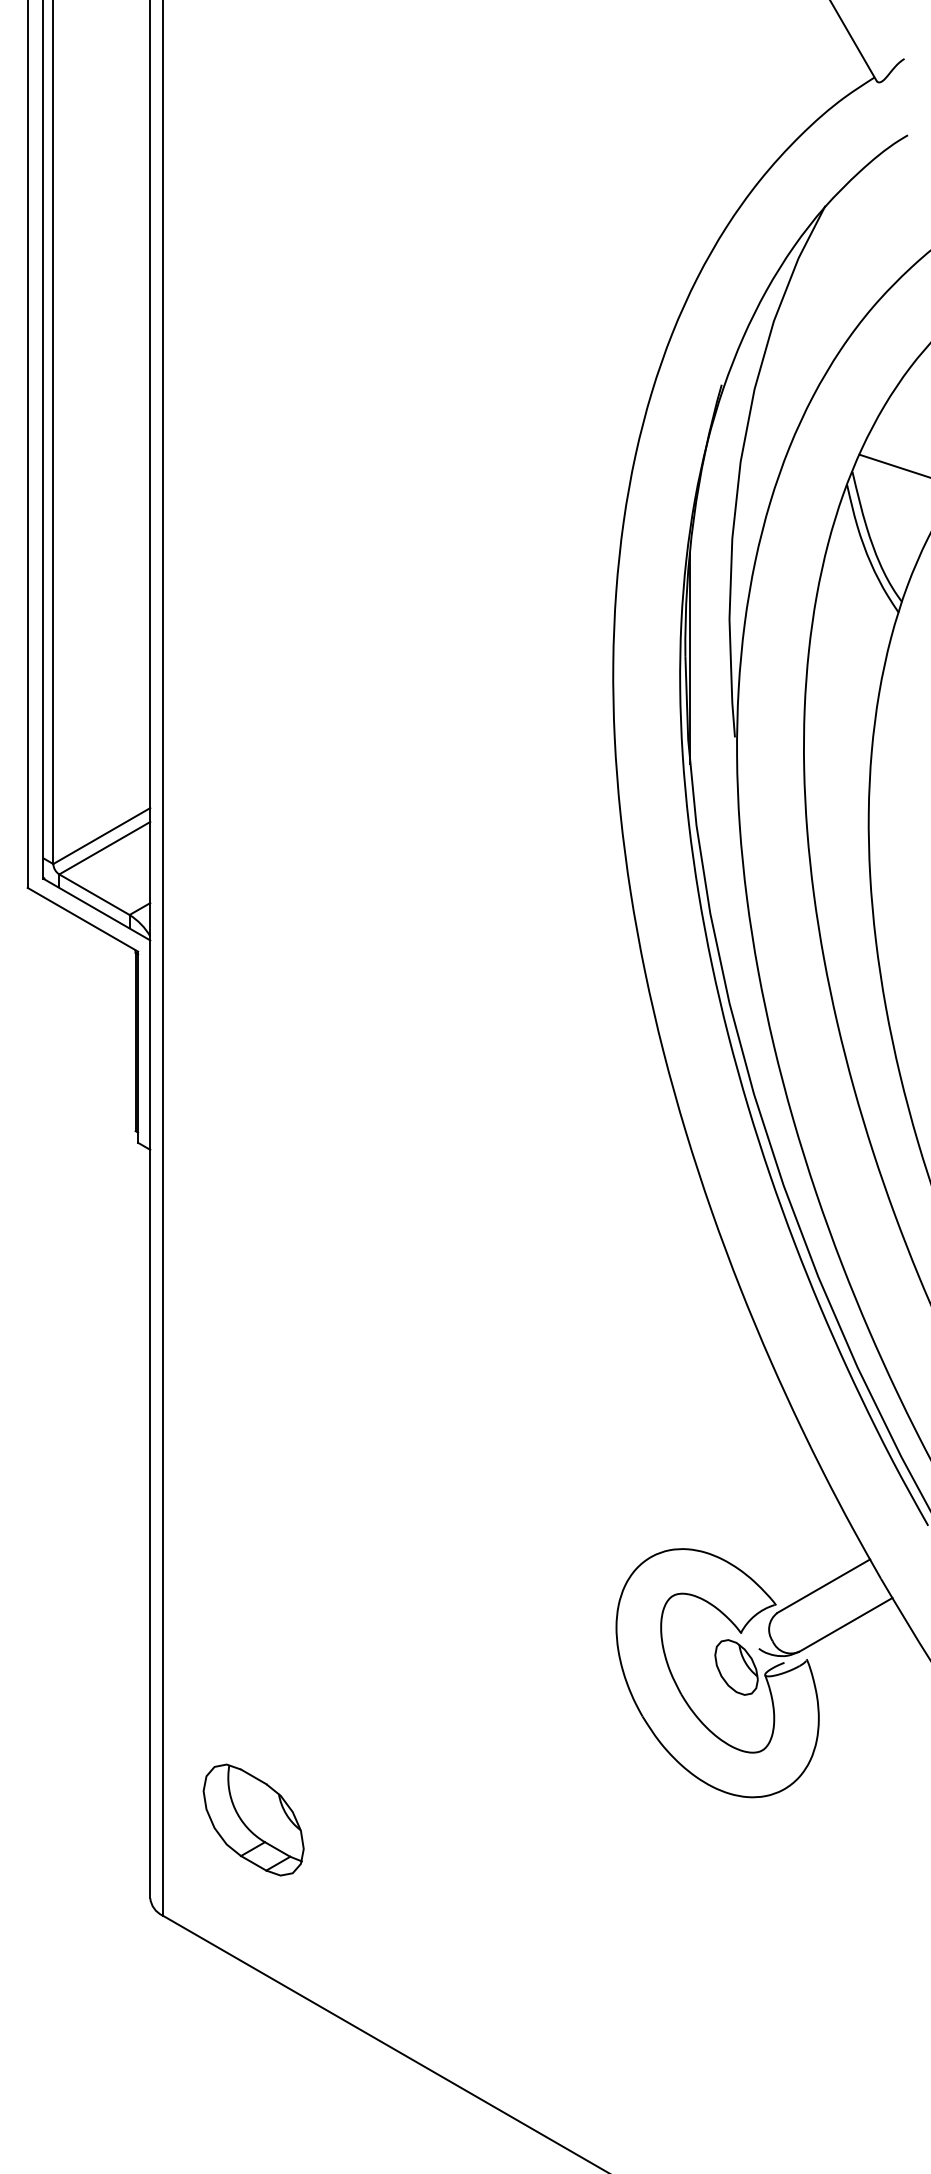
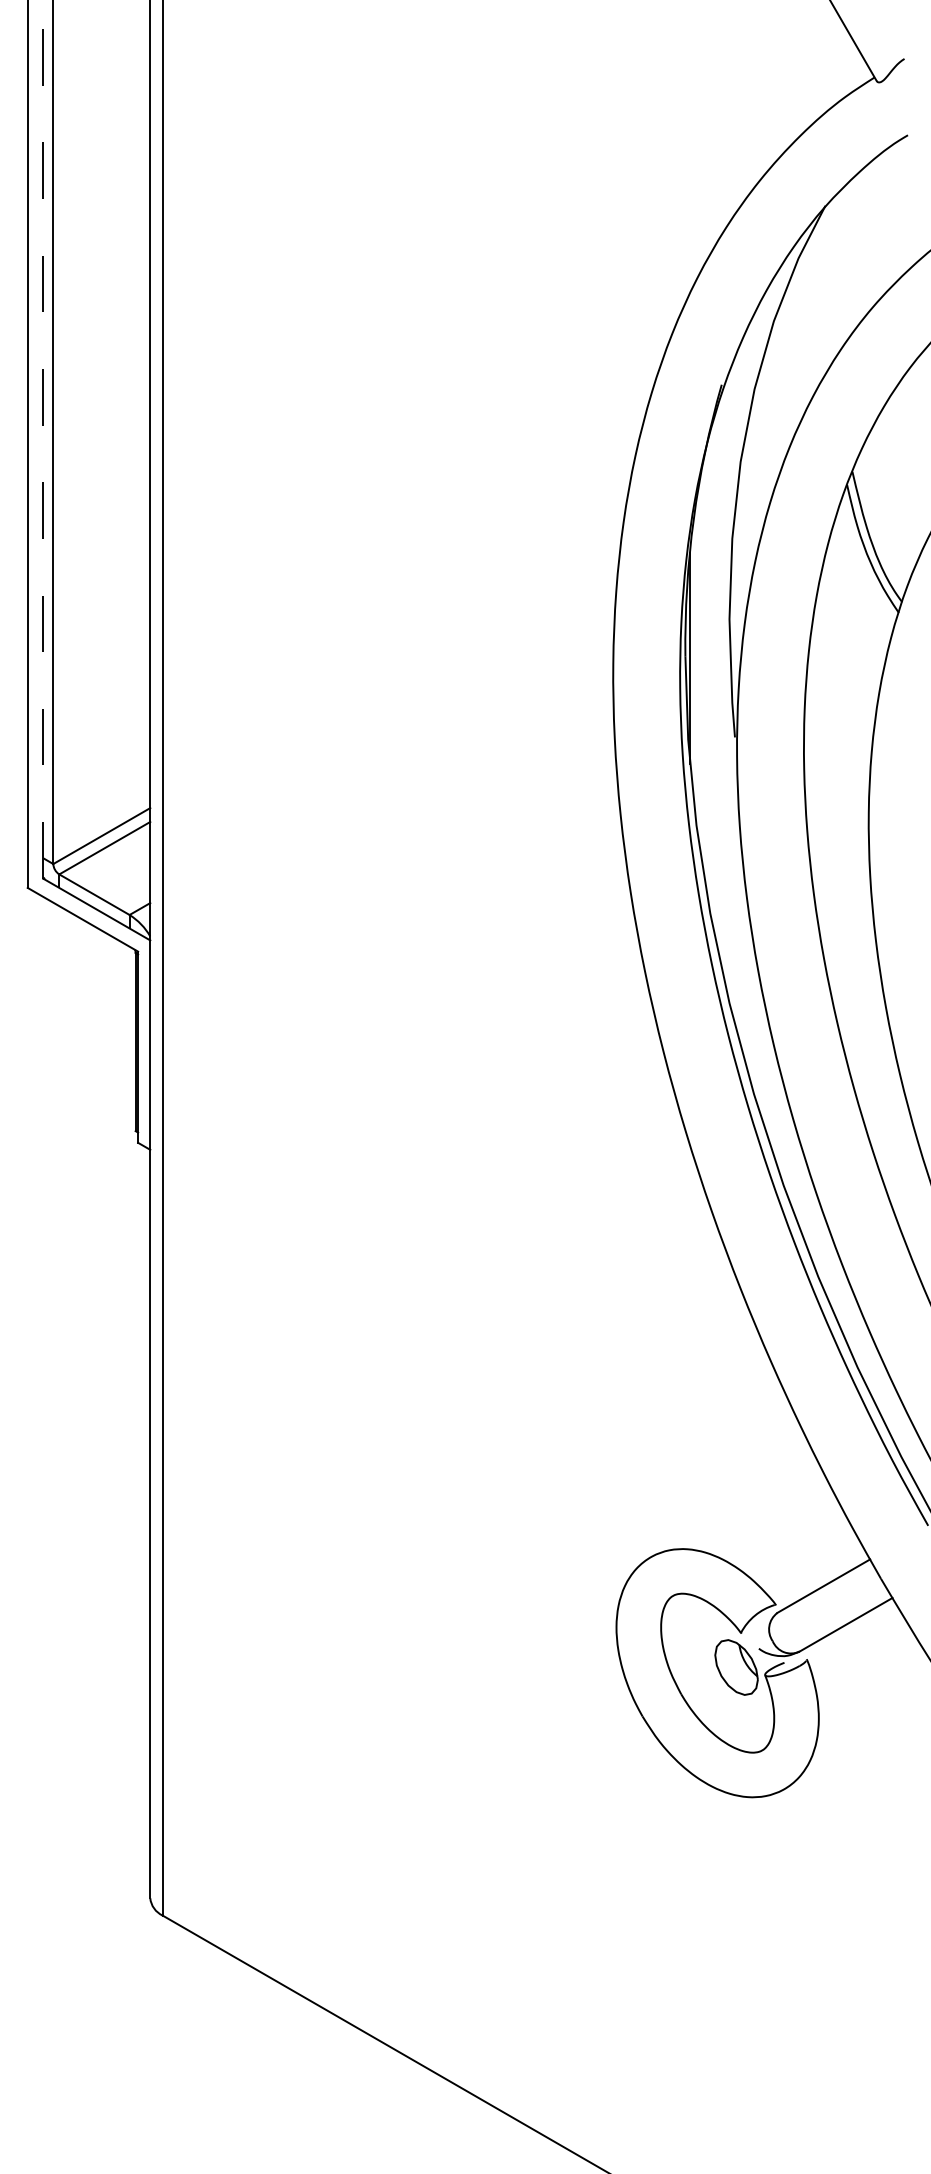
line at (43, 439): solid -> dashed
line at (893, 465): present -> none
part at (253, 1819): present -> none
